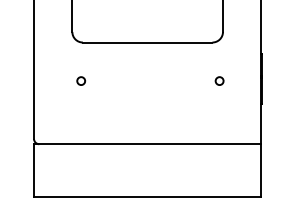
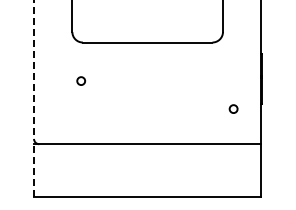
line at (34, 69): solid -> dashed
circle at (219, 80) position: (219, 80) -> (233, 108)
line at (34, 170): solid -> dashed
